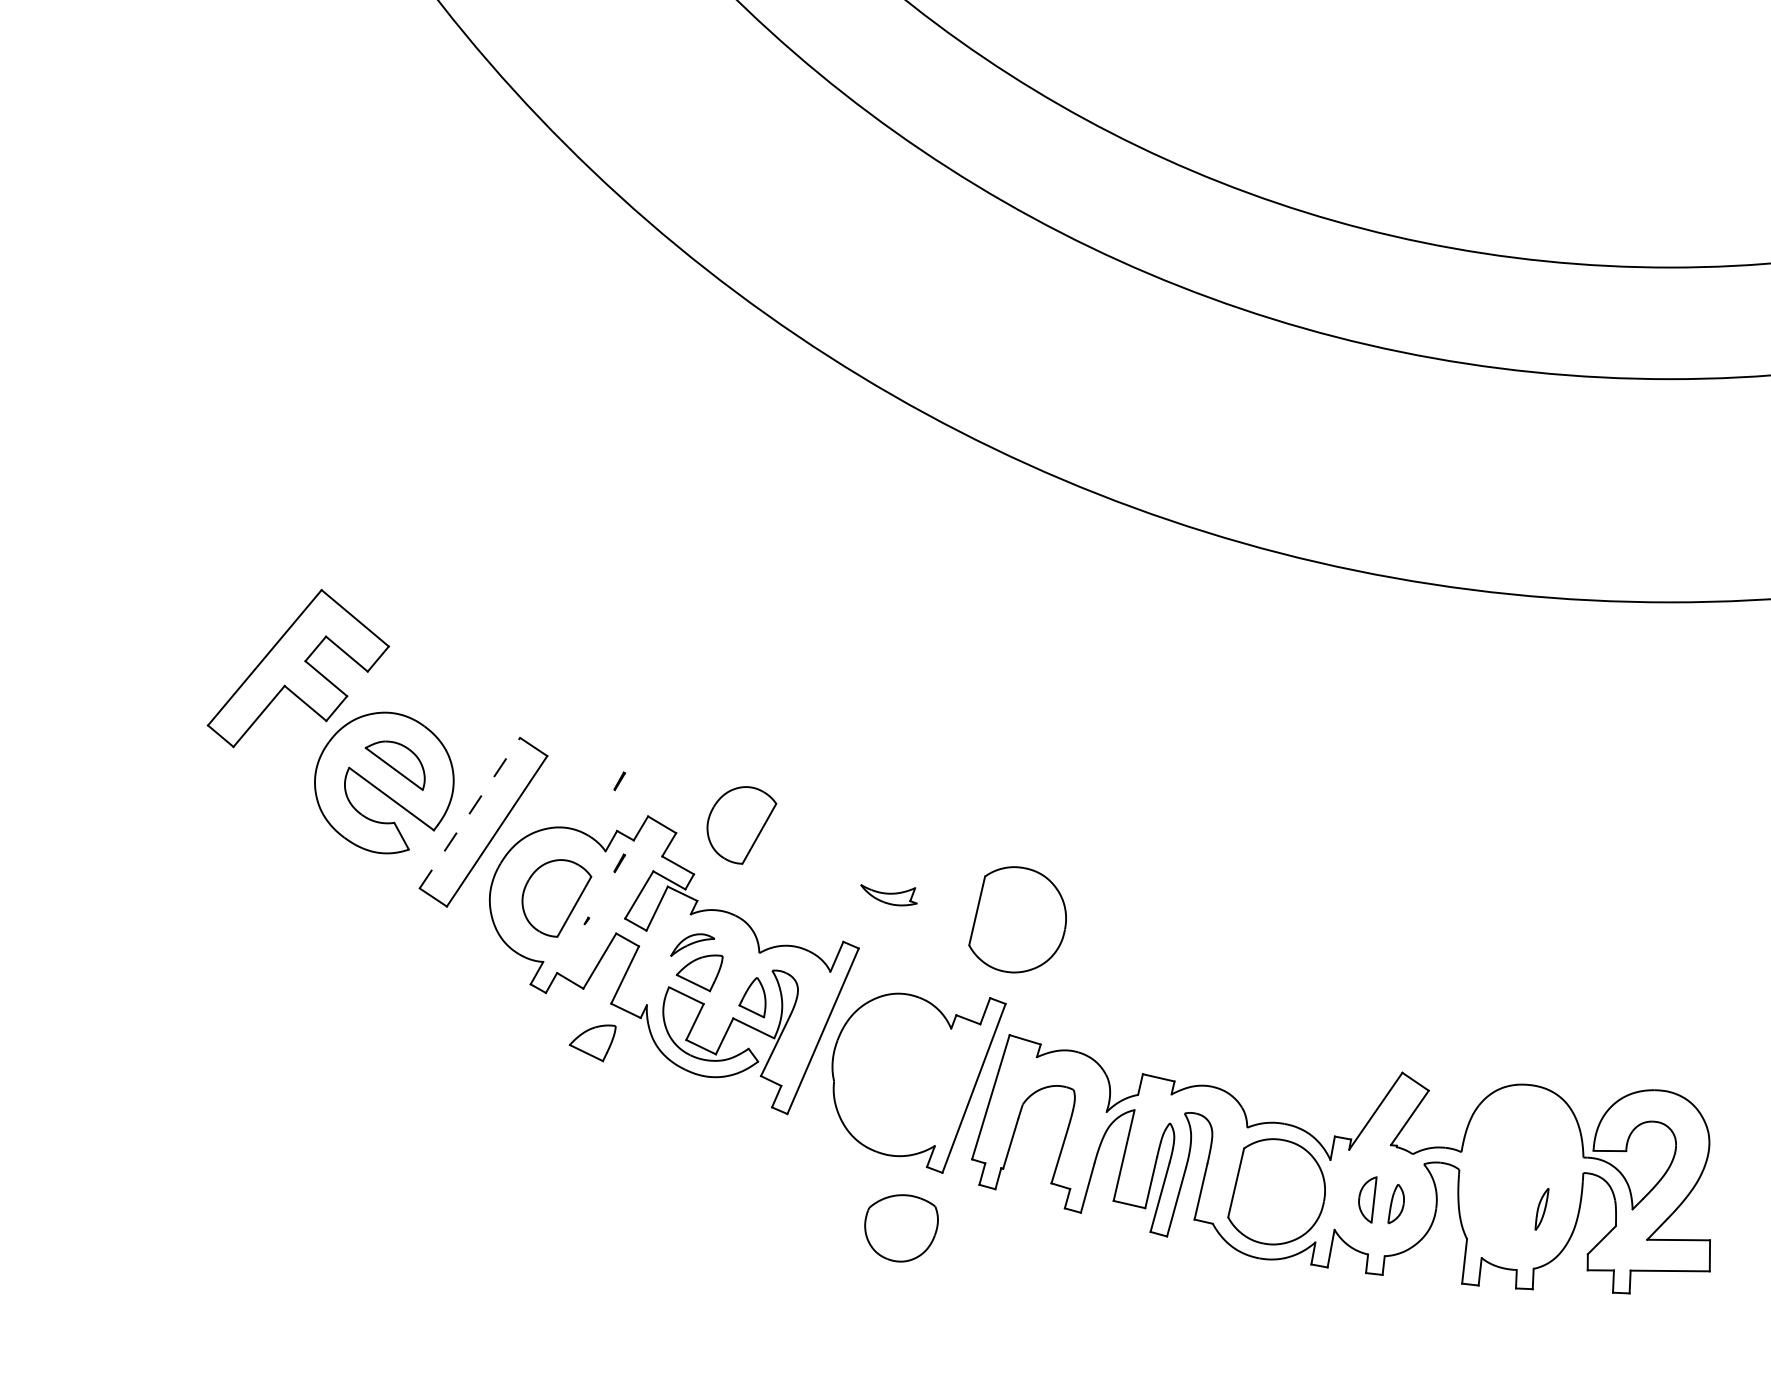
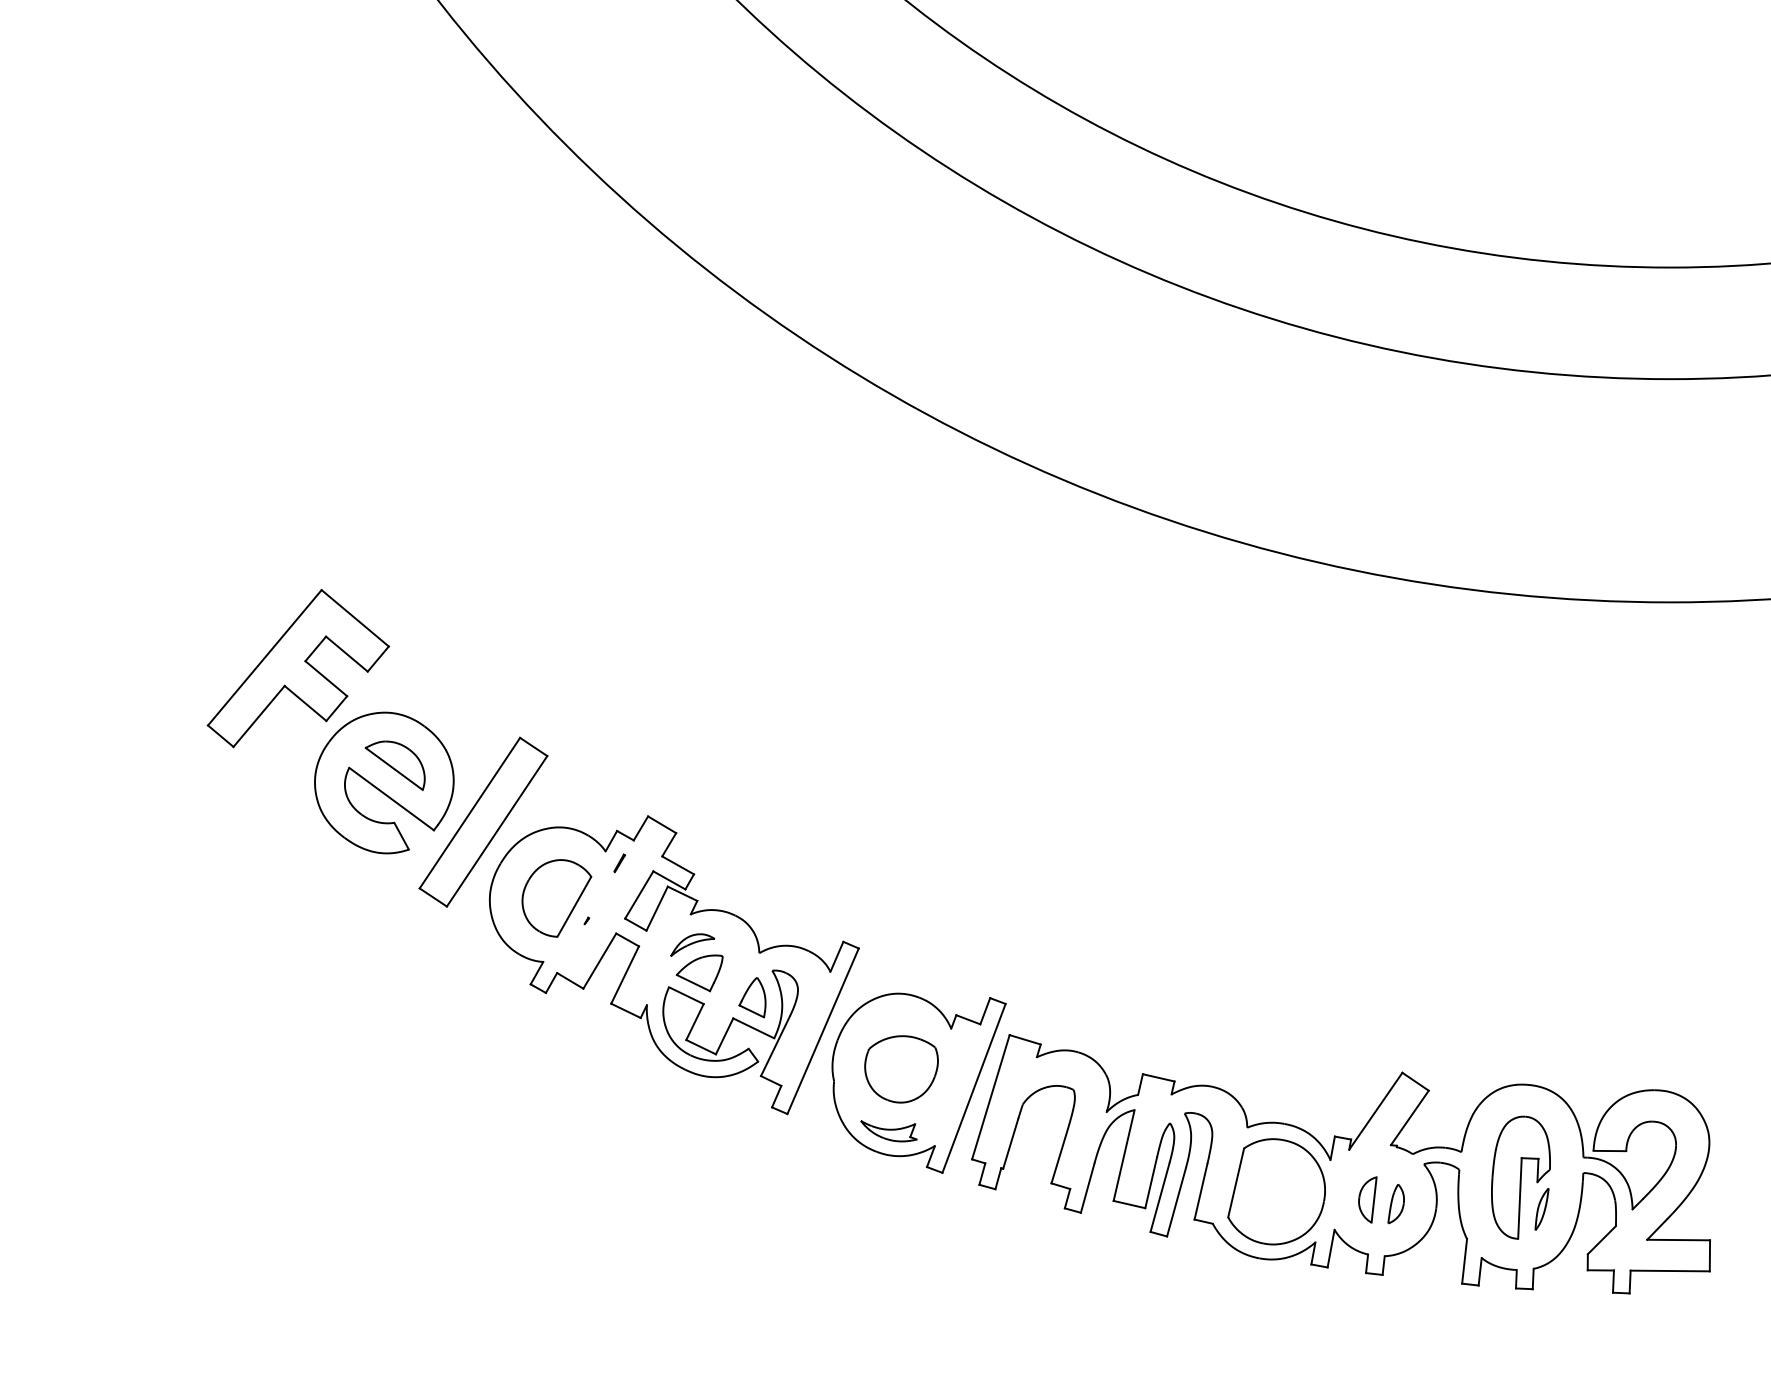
line at (619, 781): present -> none
line at (470, 812): dashed -> solid
part at (741, 825): present -> none
part at (888, 895) position: (888, 895) -> (888, 1131)
part at (1017, 919): present -> none
part at (592, 1043): present -> none
part at (1520, 1177): none -> present
part at (901, 1228) position: (901, 1228) -> (901, 1069)
